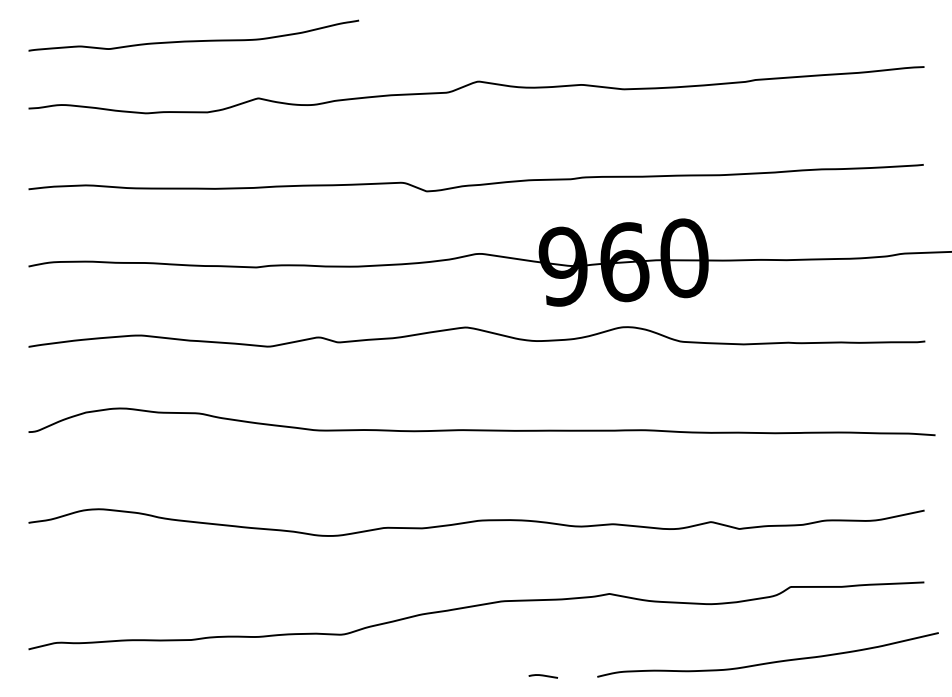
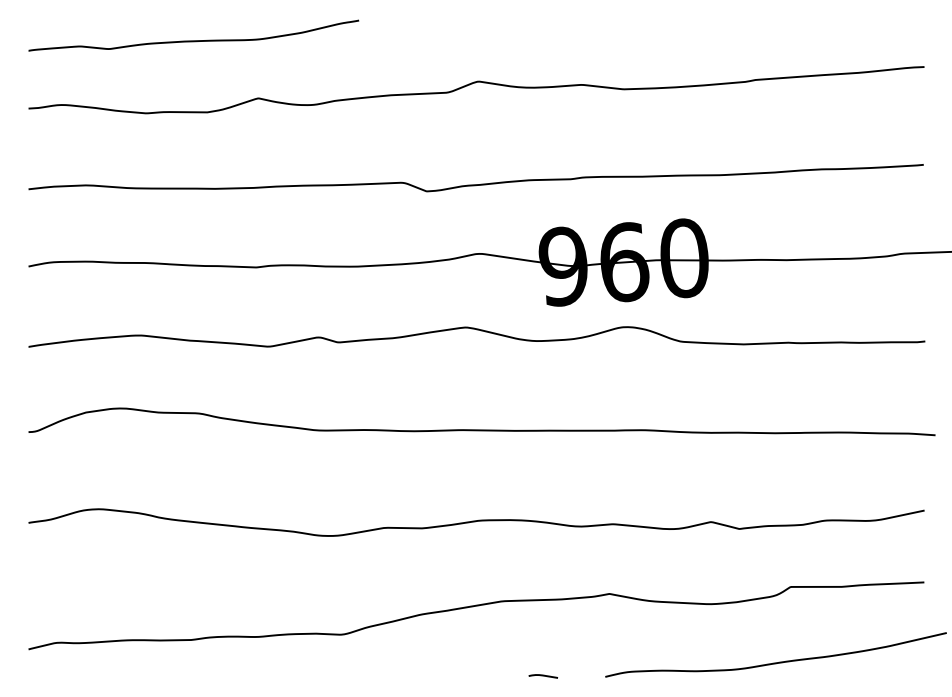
curve at (767, 662) position: (767, 662) -> (775, 662)
